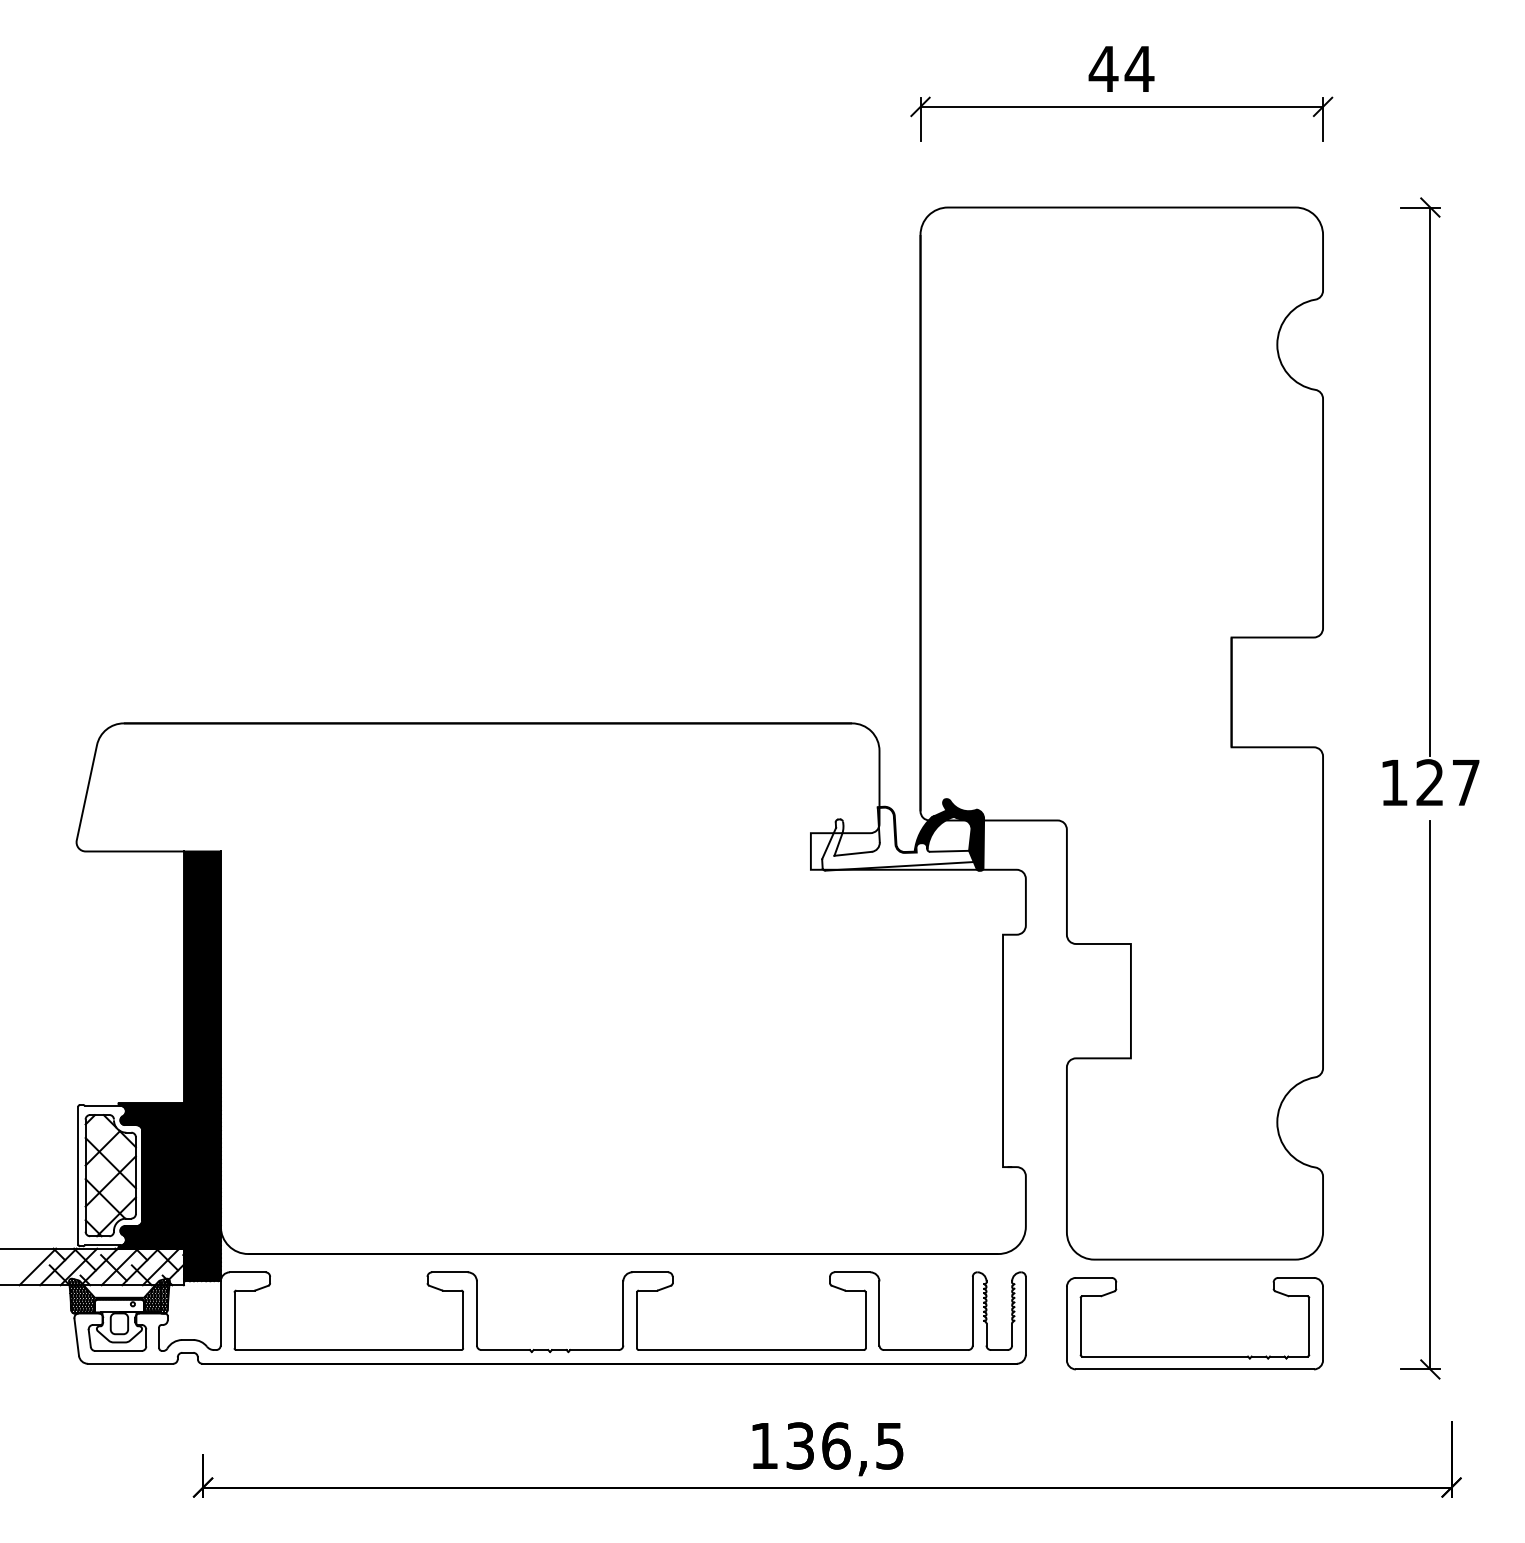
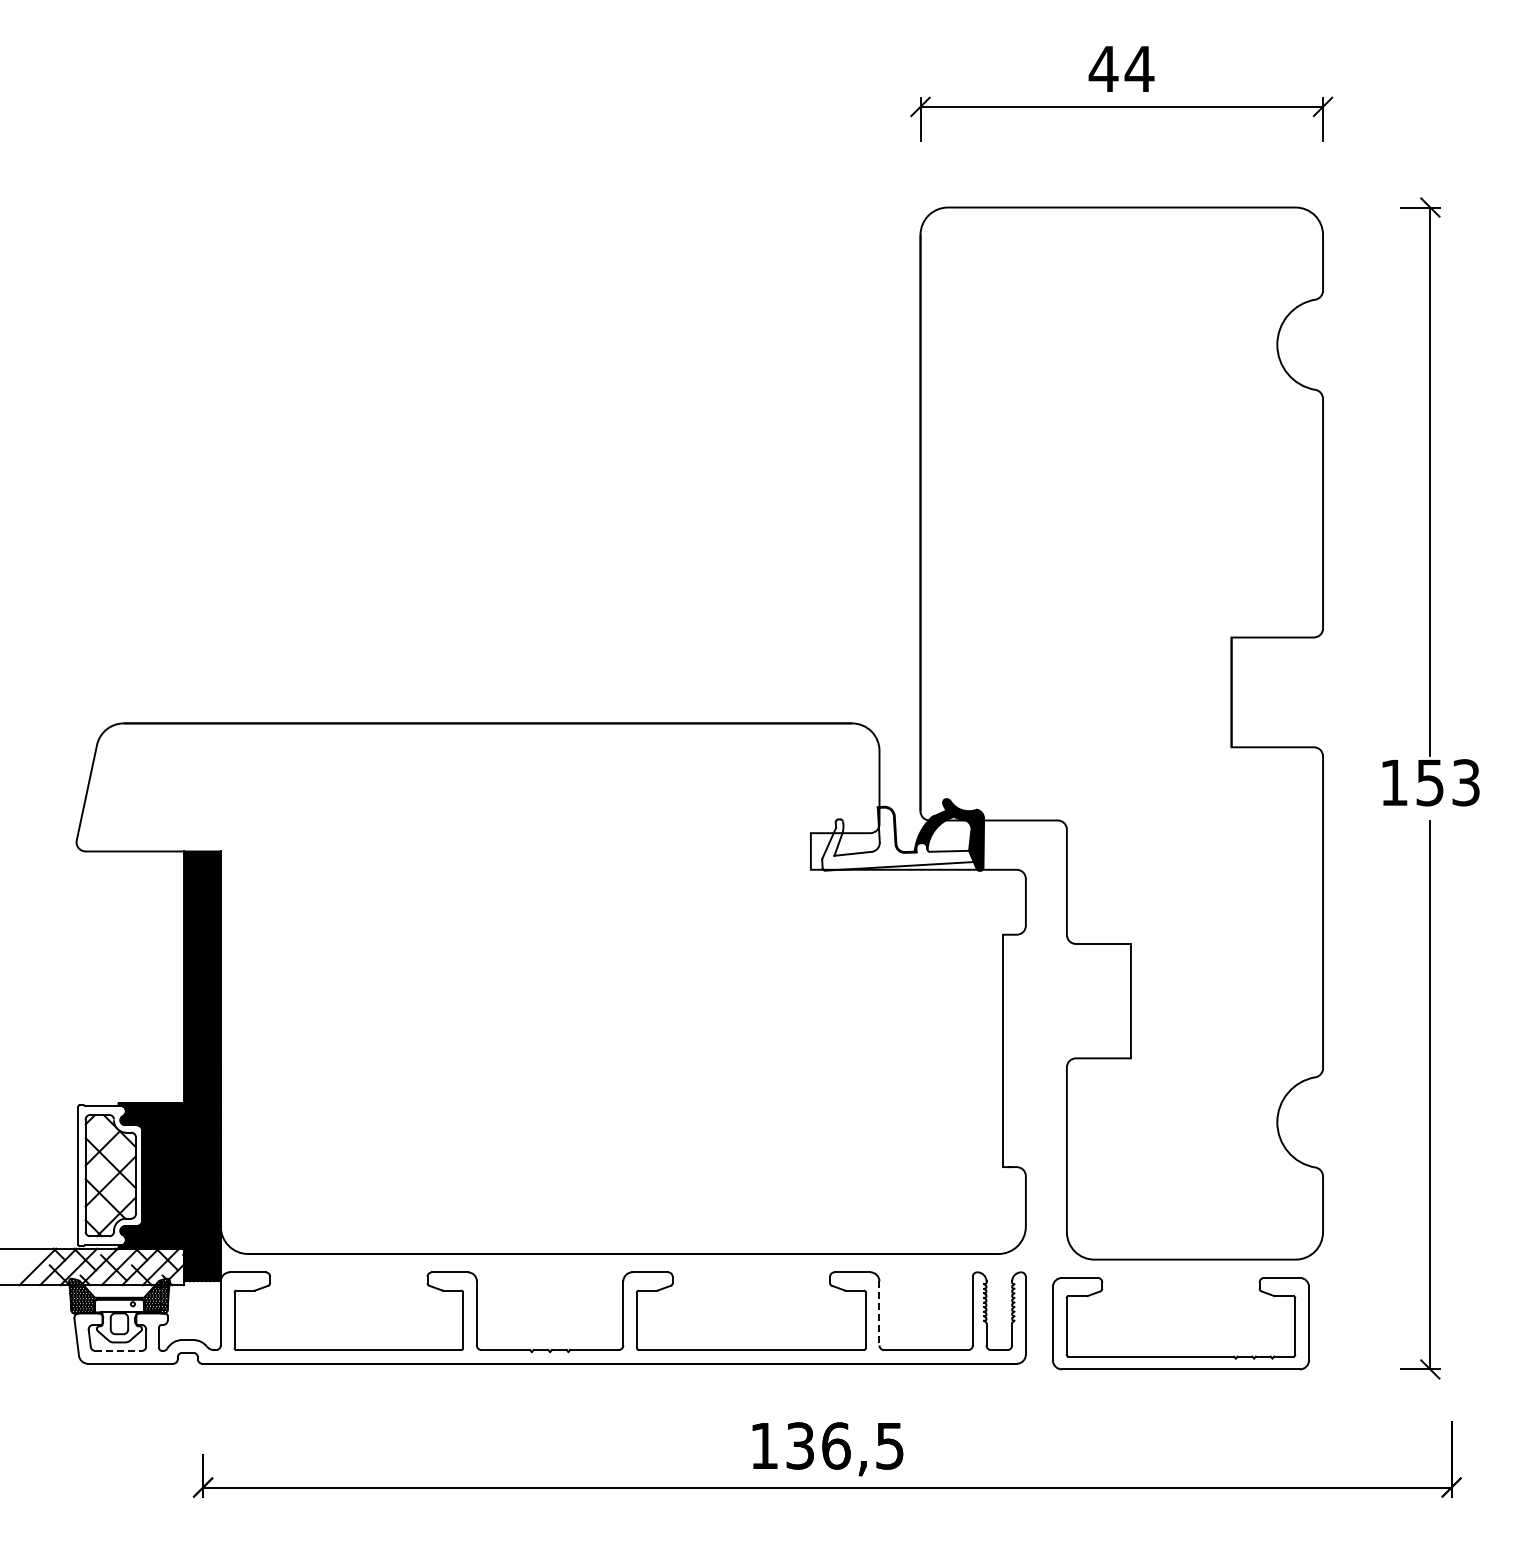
text at (1447, 782): 127 -> 153
line at (879, 1313): solid -> dashed
line at (119, 1350): solid -> dashed
part at (1194, 1356) position: (1194, 1356) -> (1180, 1356)
